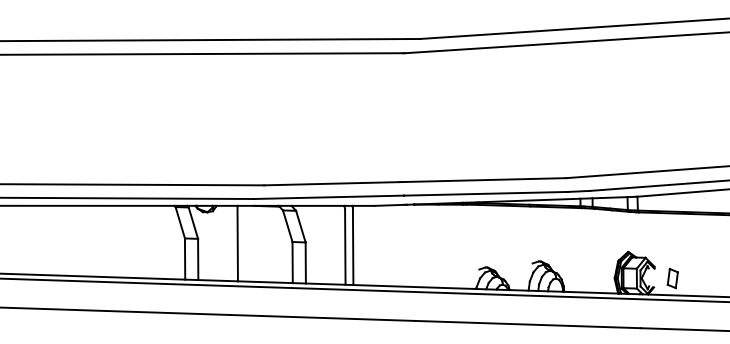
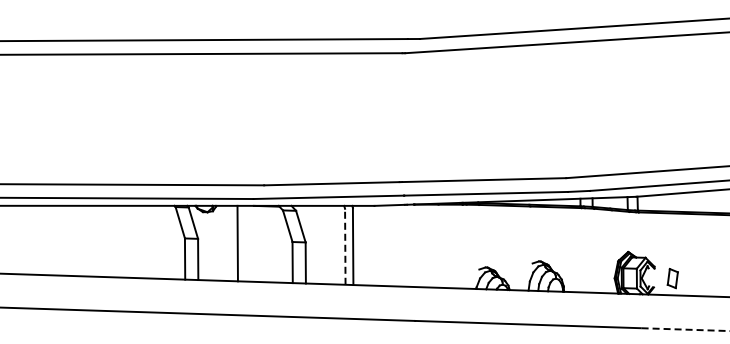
line at (345, 246): solid -> dashed
line at (364, 290): present -> none
line at (684, 329): solid -> dashed
